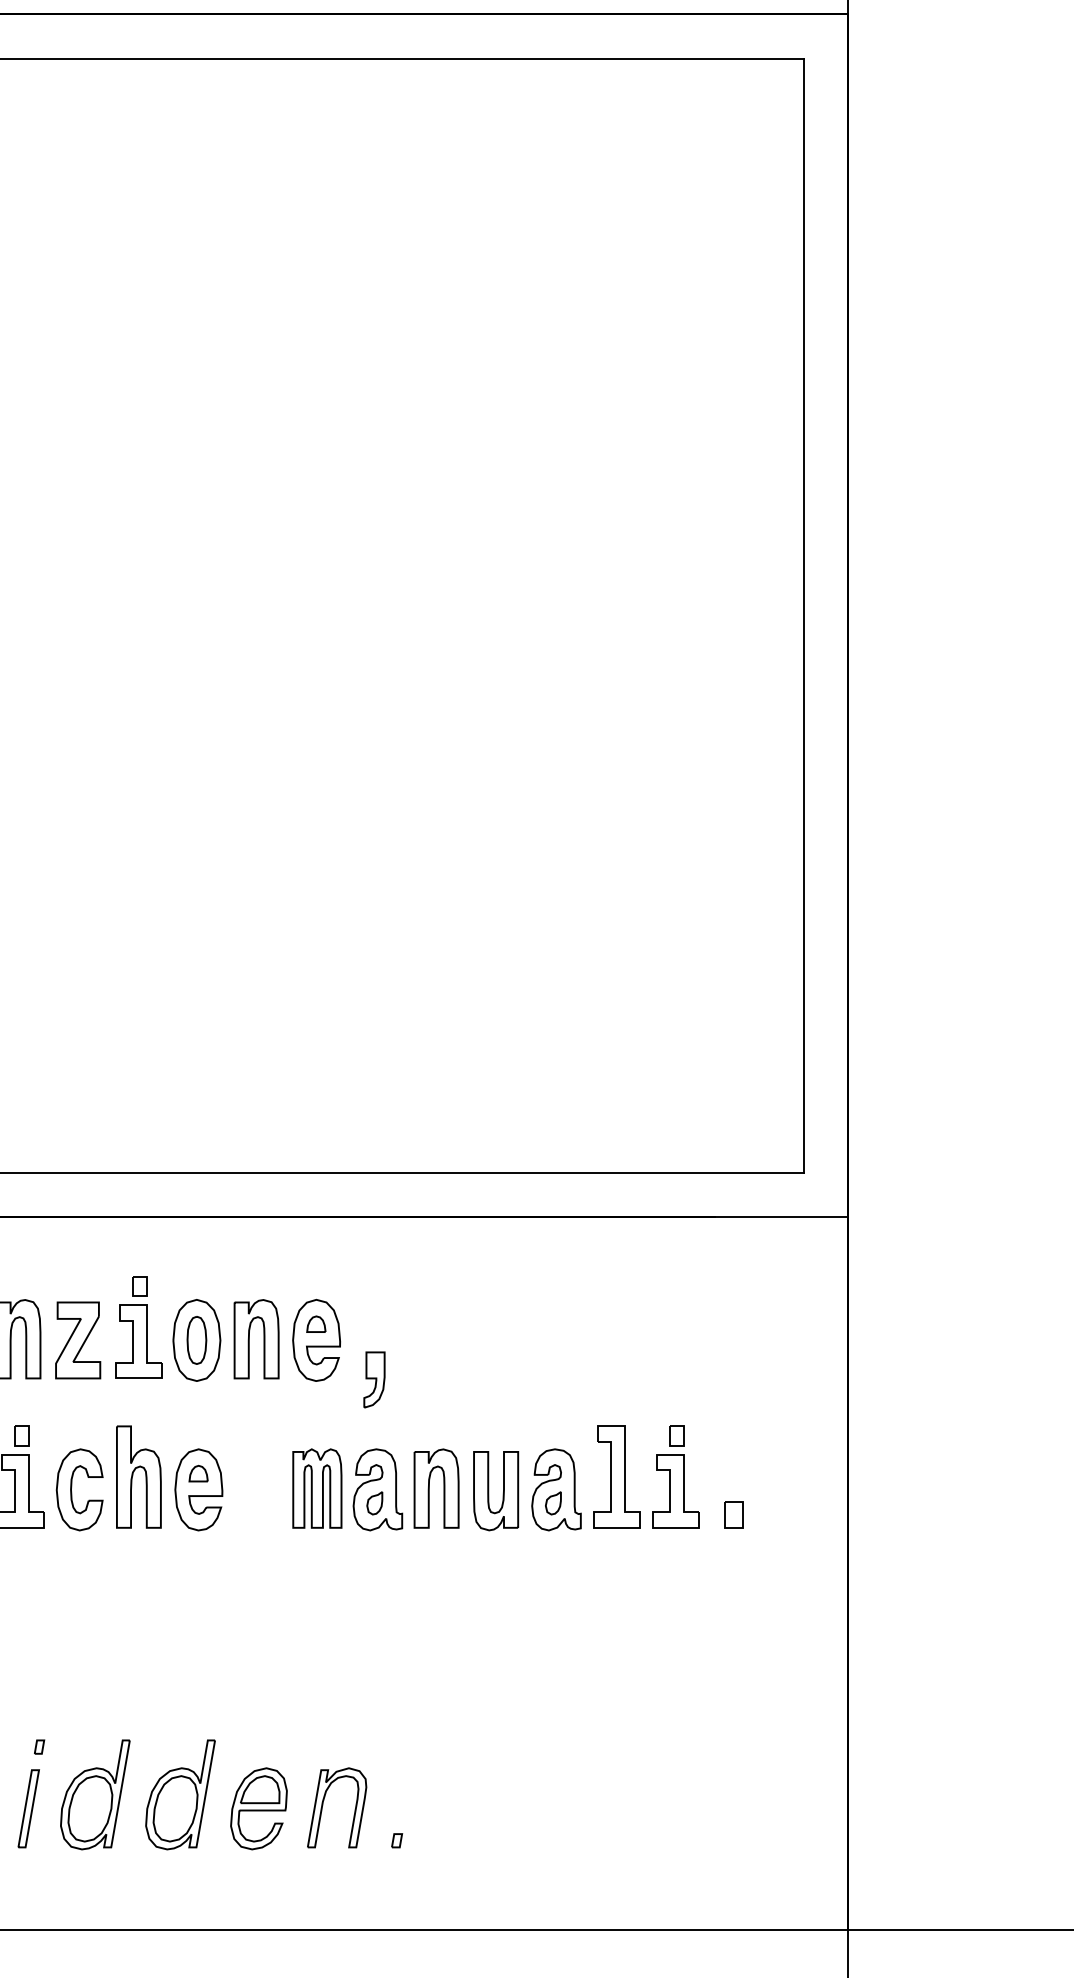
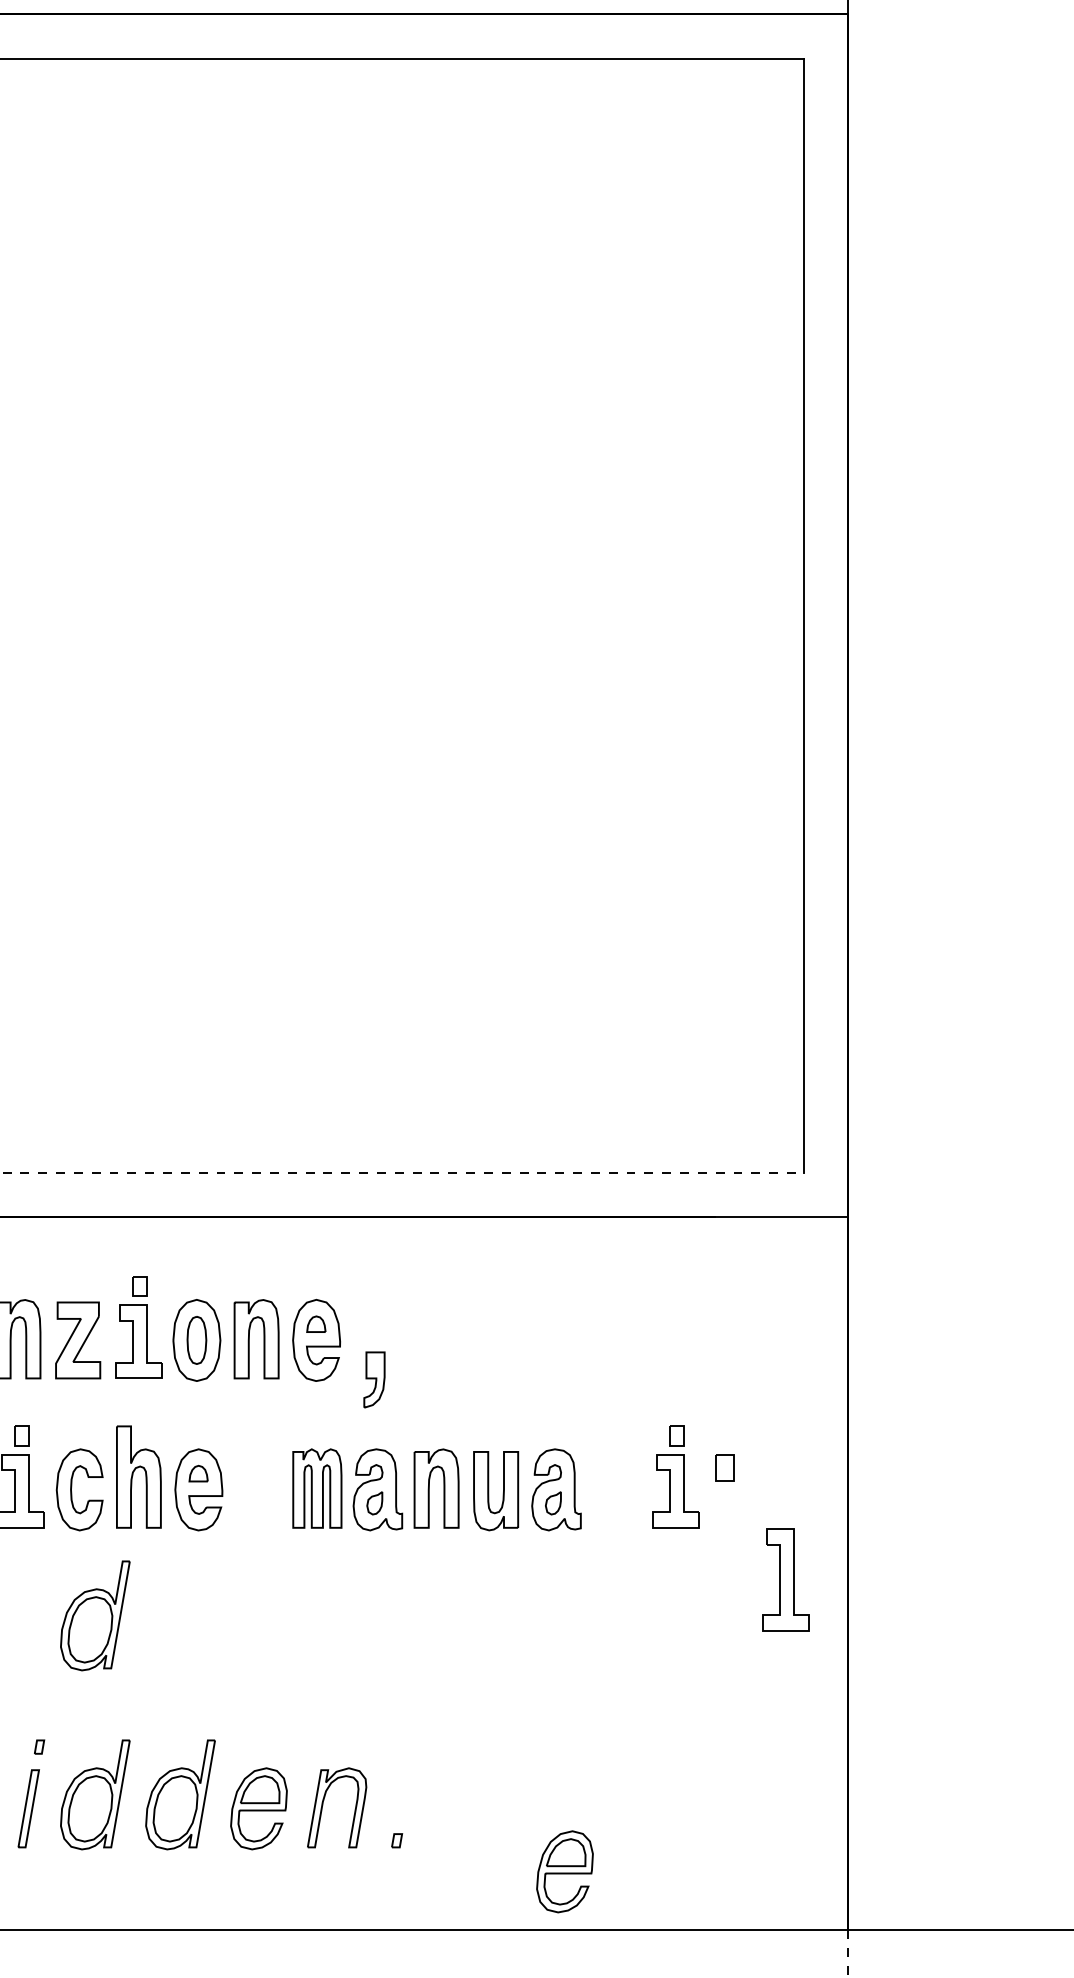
line at (402, 1172): solid -> dashed
part at (616, 1476) position: (616, 1476) -> (785, 1579)
part at (733, 1514) position: (733, 1514) -> (724, 1467)
part at (95, 1615): none -> present
part at (564, 1871): none -> present
line at (848, 1954): solid -> dashed
